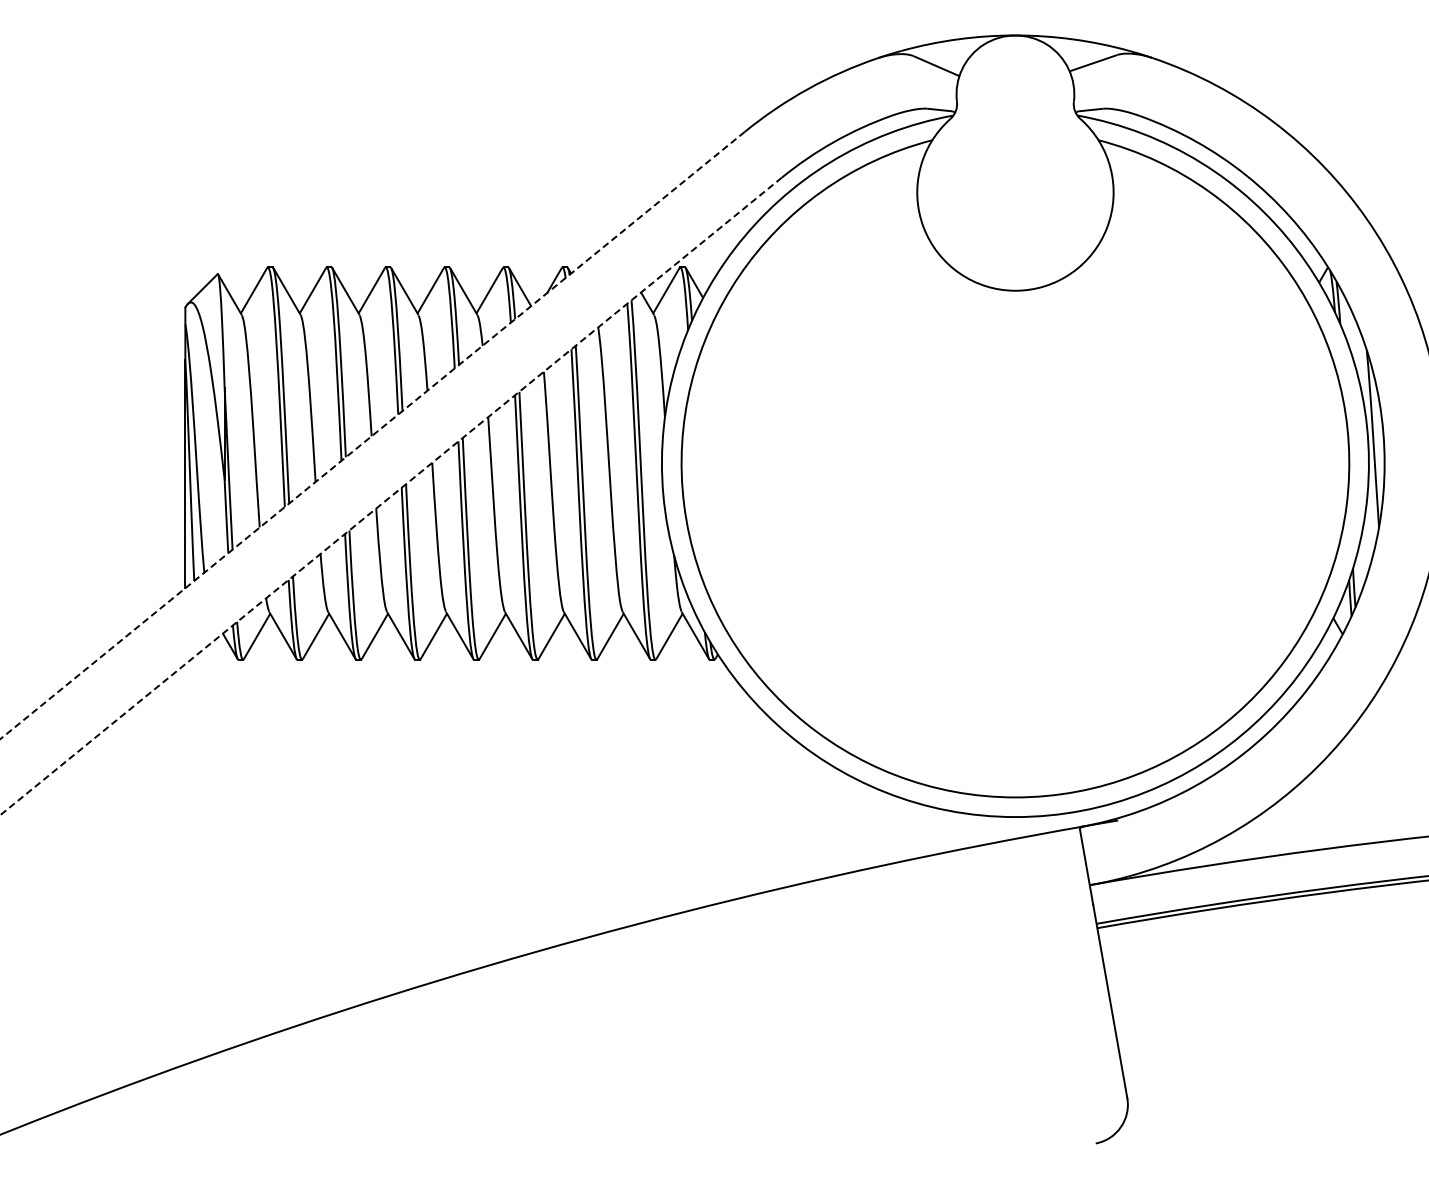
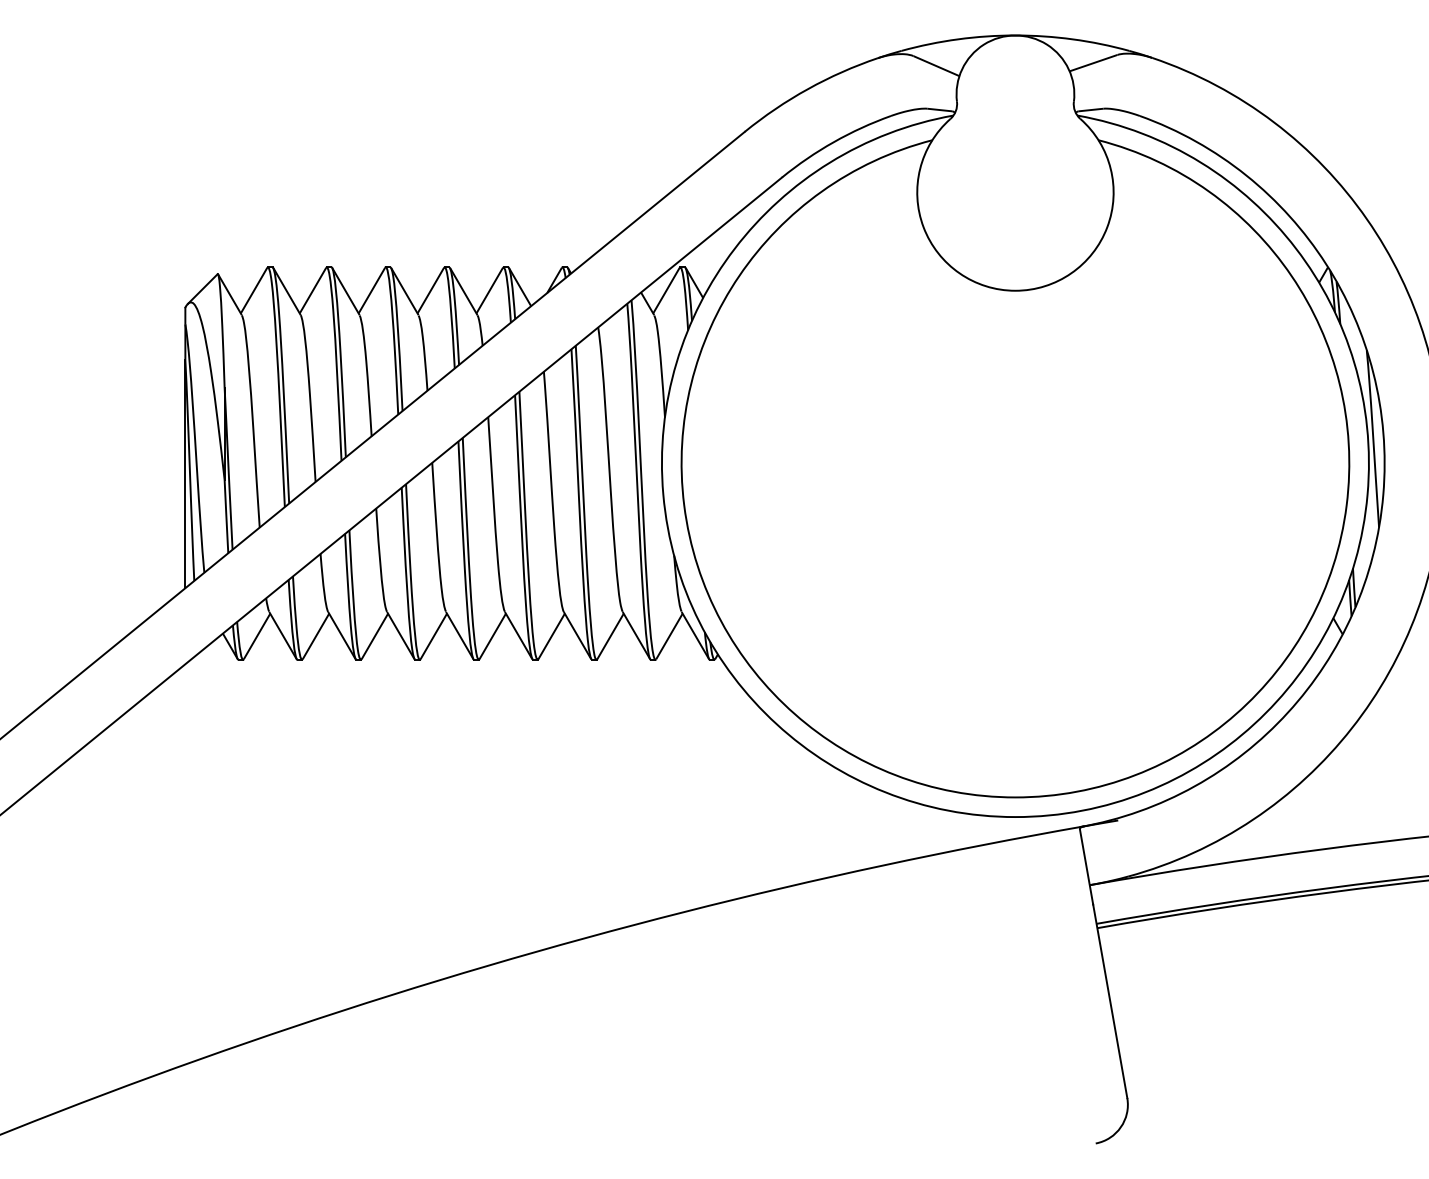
line at (372, 435): dashed -> solid
line at (391, 495): dashed -> solid
